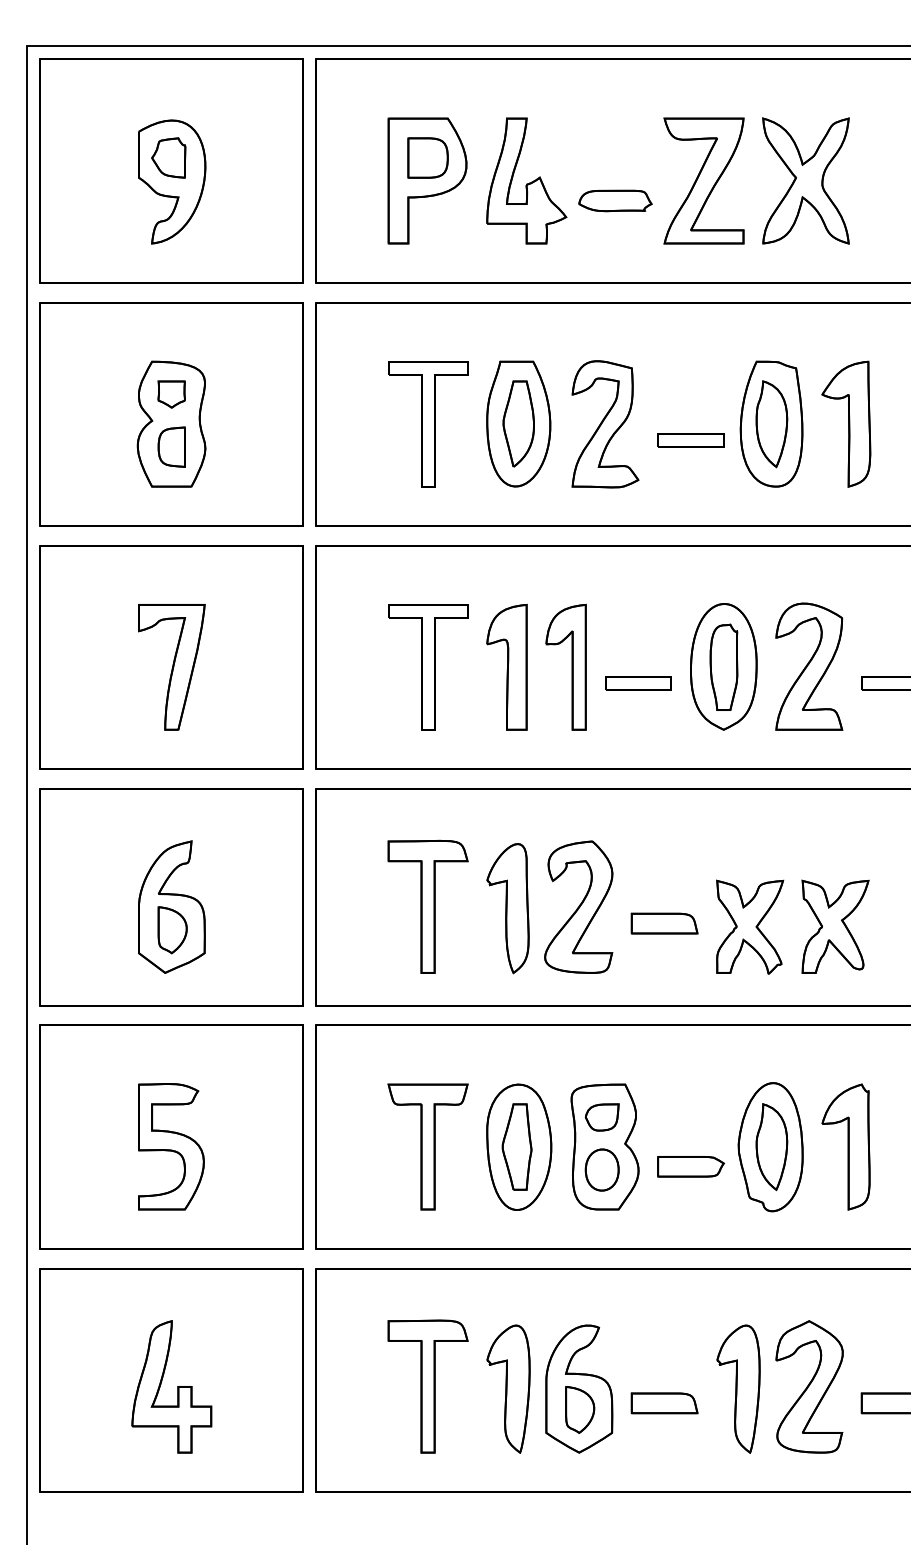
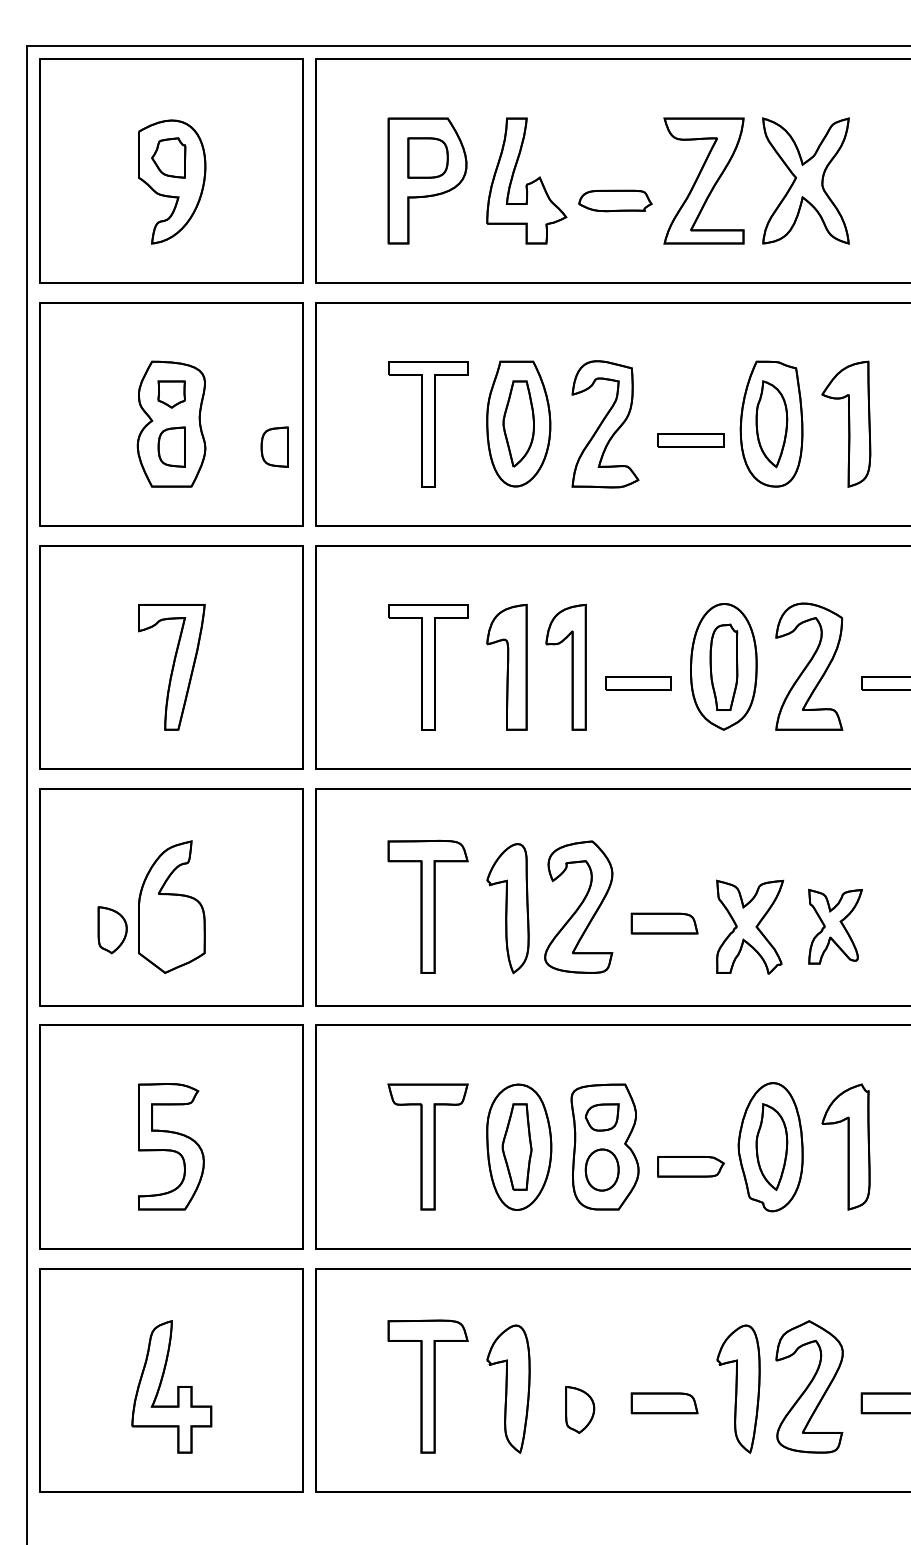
part at (274, 446): none -> present
part at (835, 926) size: 69x95 px -> 55x77 px
part at (172, 930) position: (172, 930) -> (112, 930)
part at (579, 1388): present -> none
